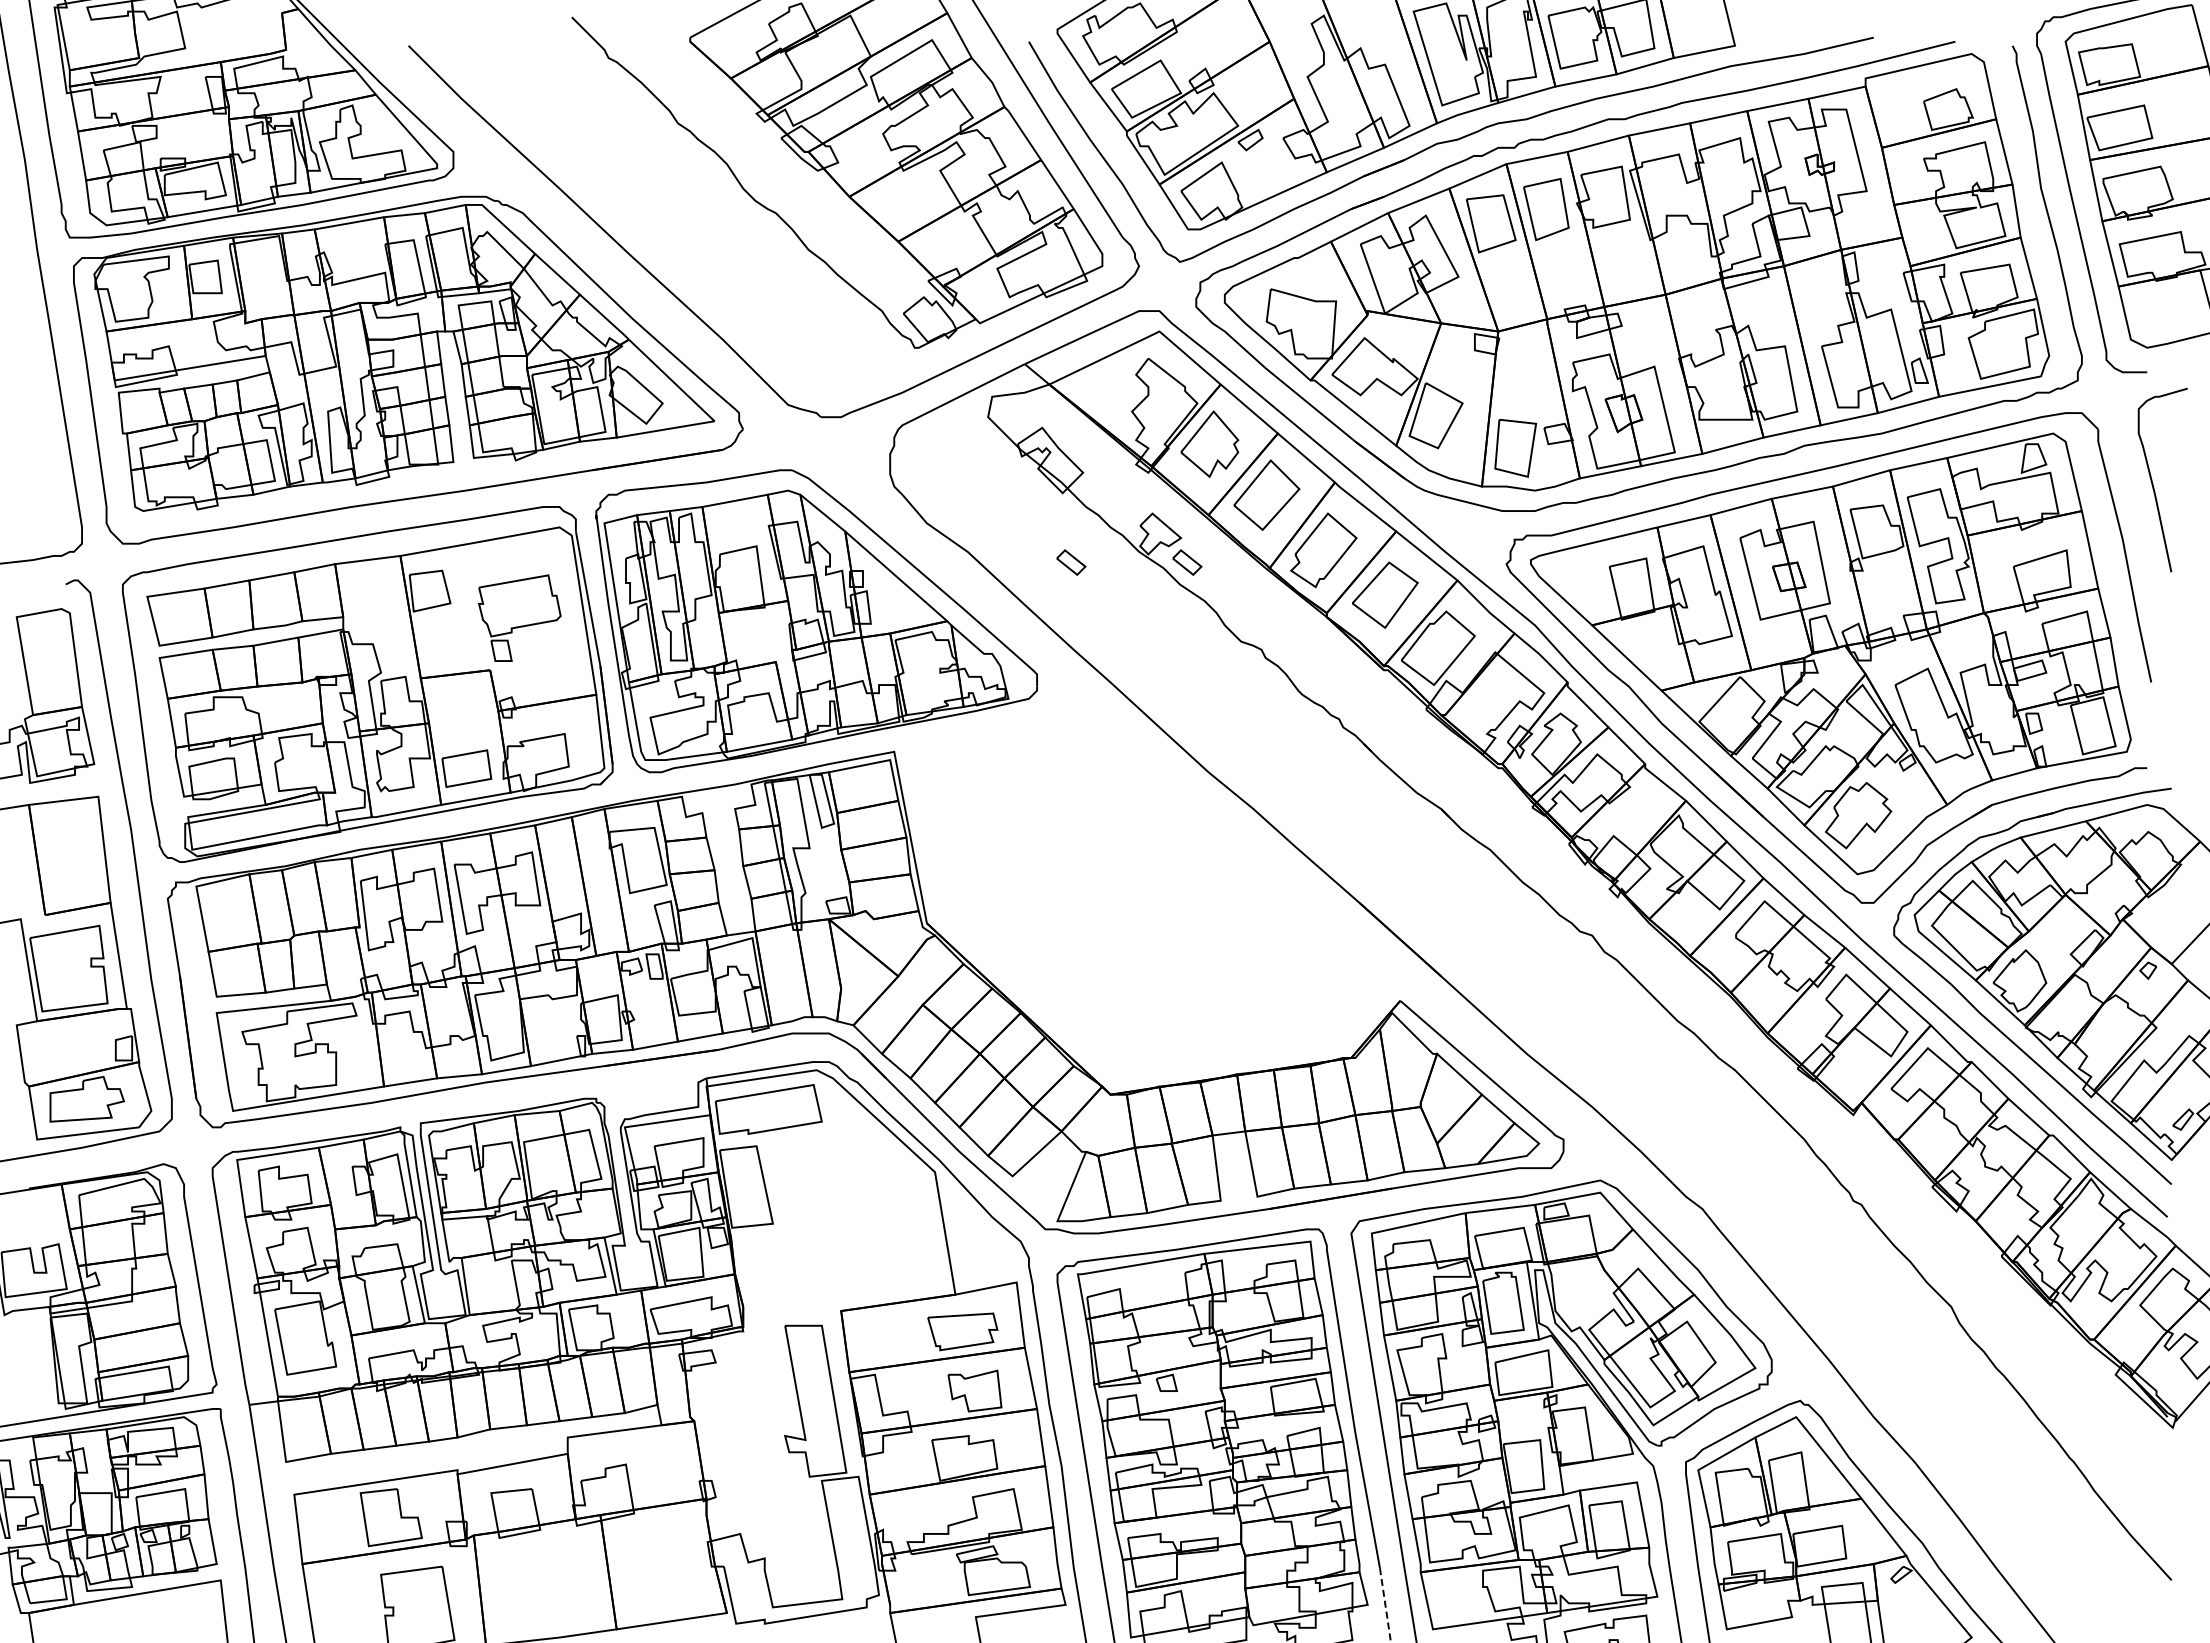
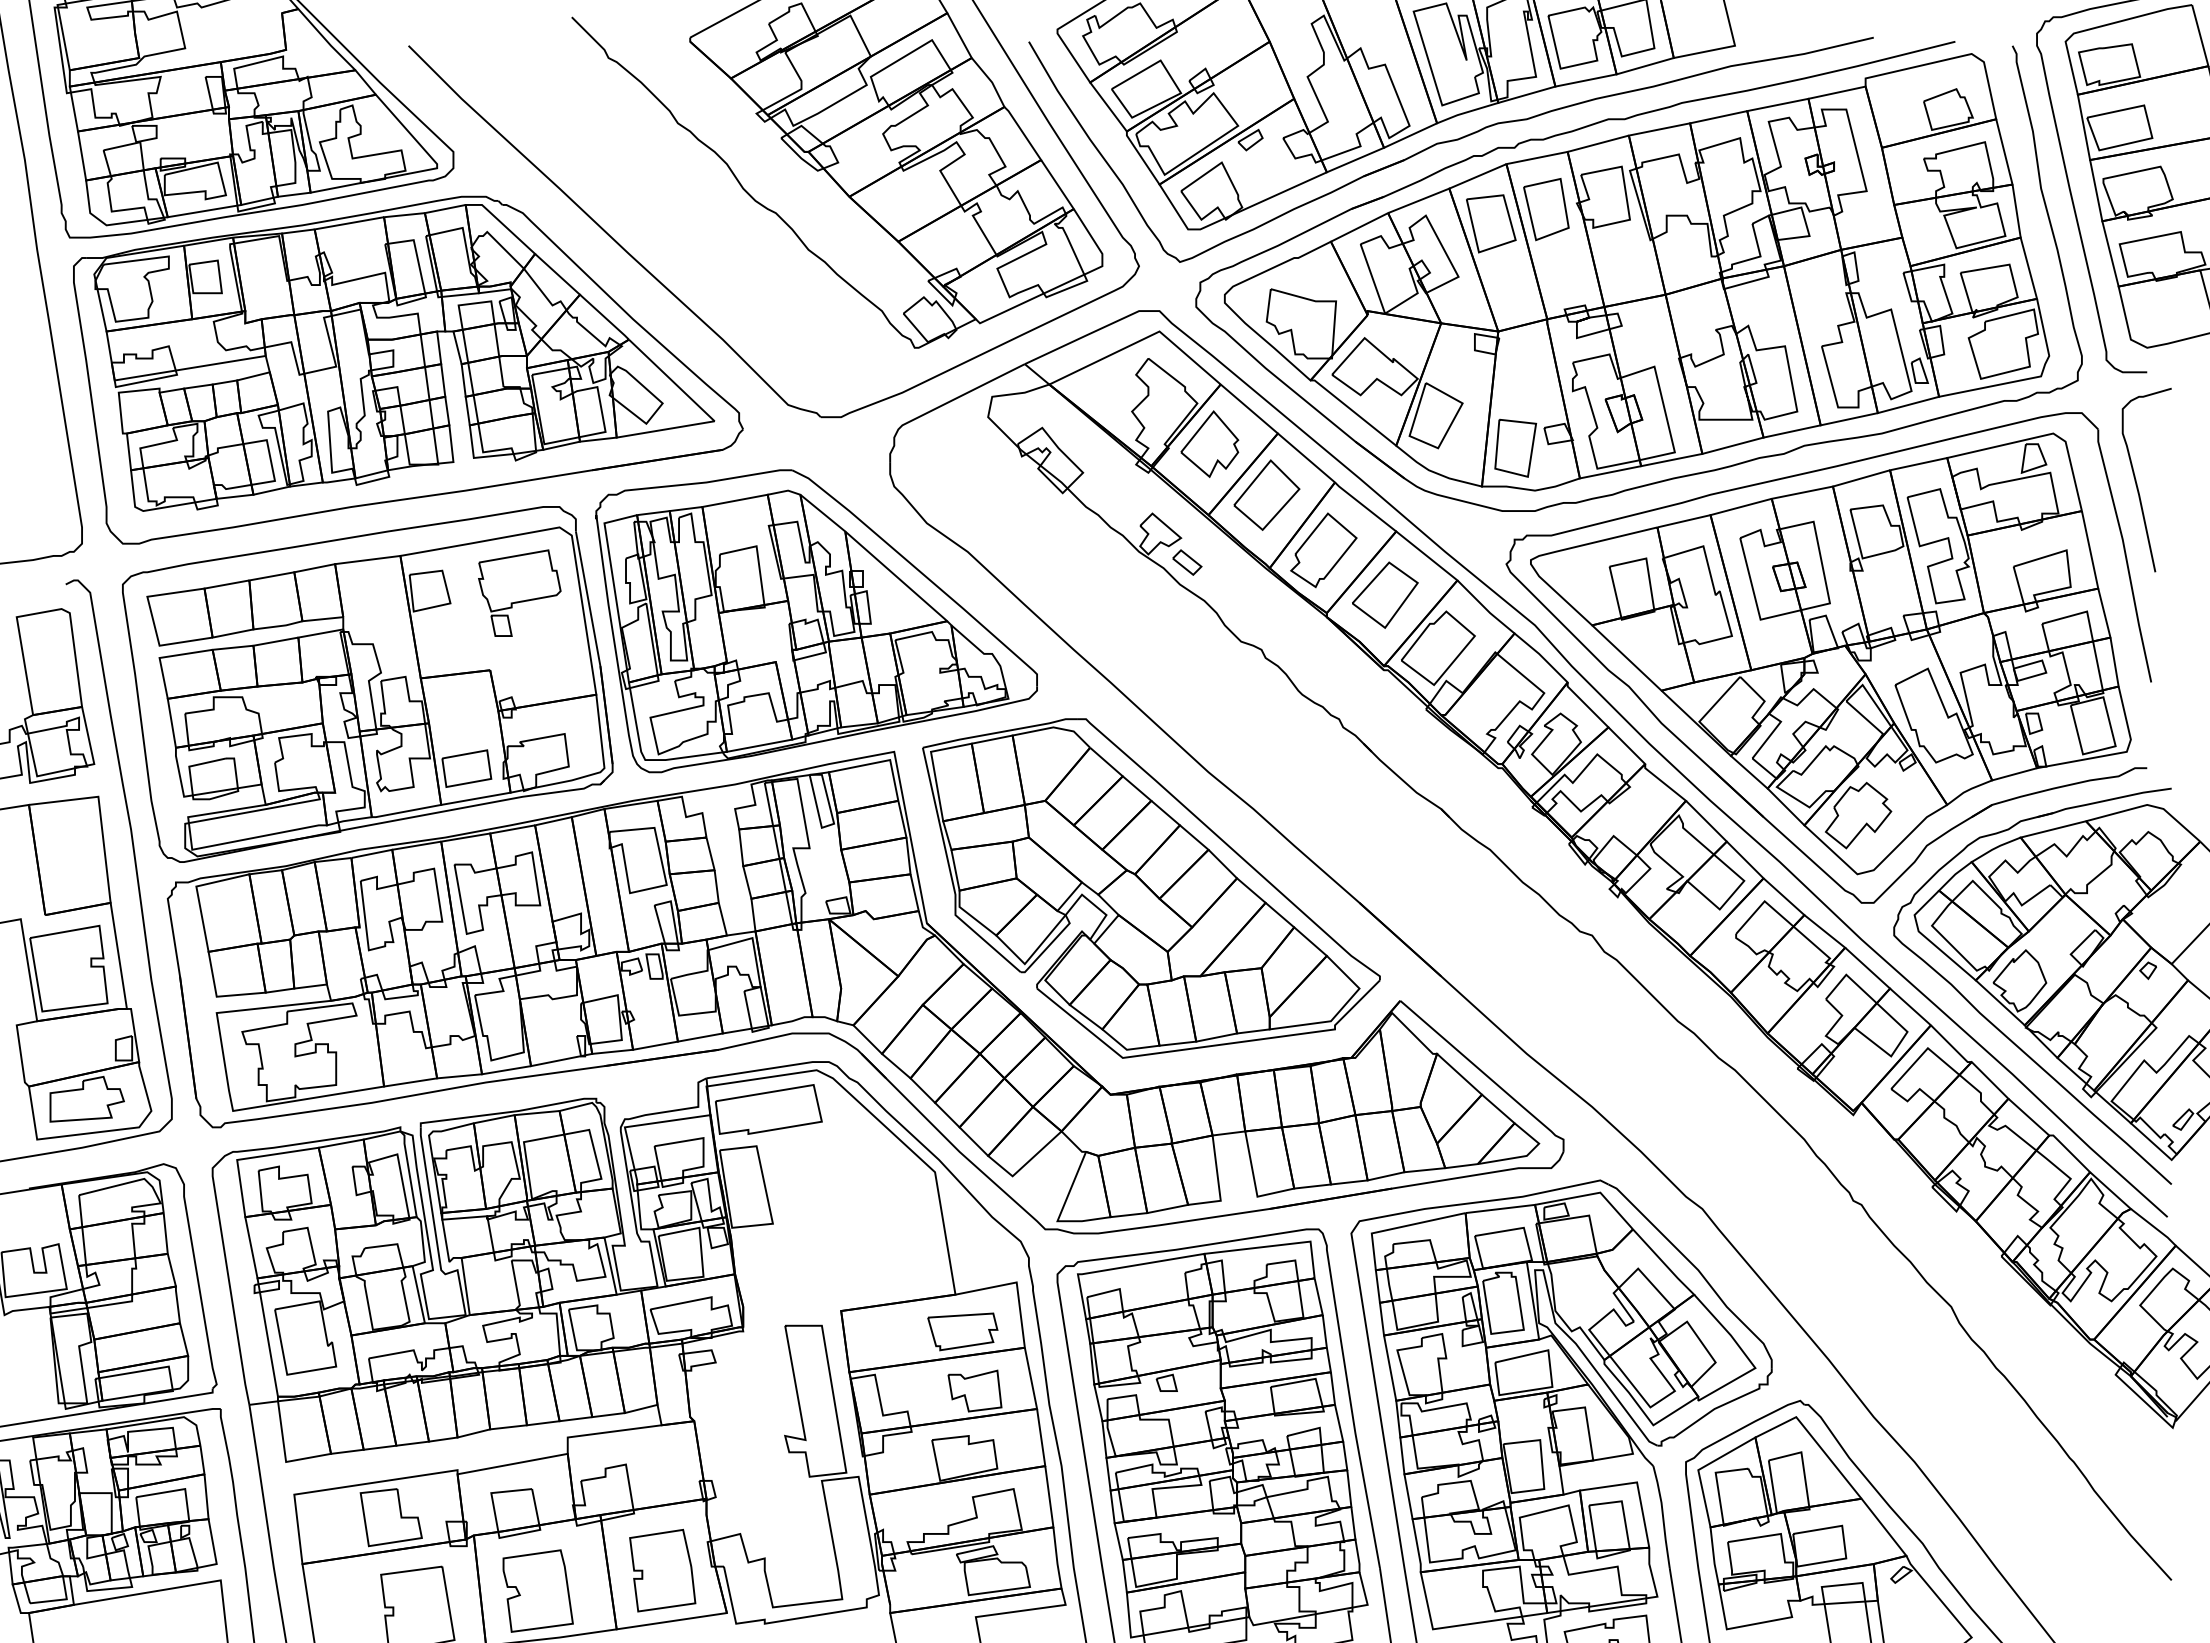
curve at (2153, 483) position: (2153, 483) -> (2137, 483)
part at (1071, 562): present -> none
part at (519, 617) position: (519, 617) -> (519, 592)
part at (1151, 888): none -> present
part at (662, 1570): none -> present
part at (537, 1590): none -> present
line at (1385, 1605): dashed -> solid
